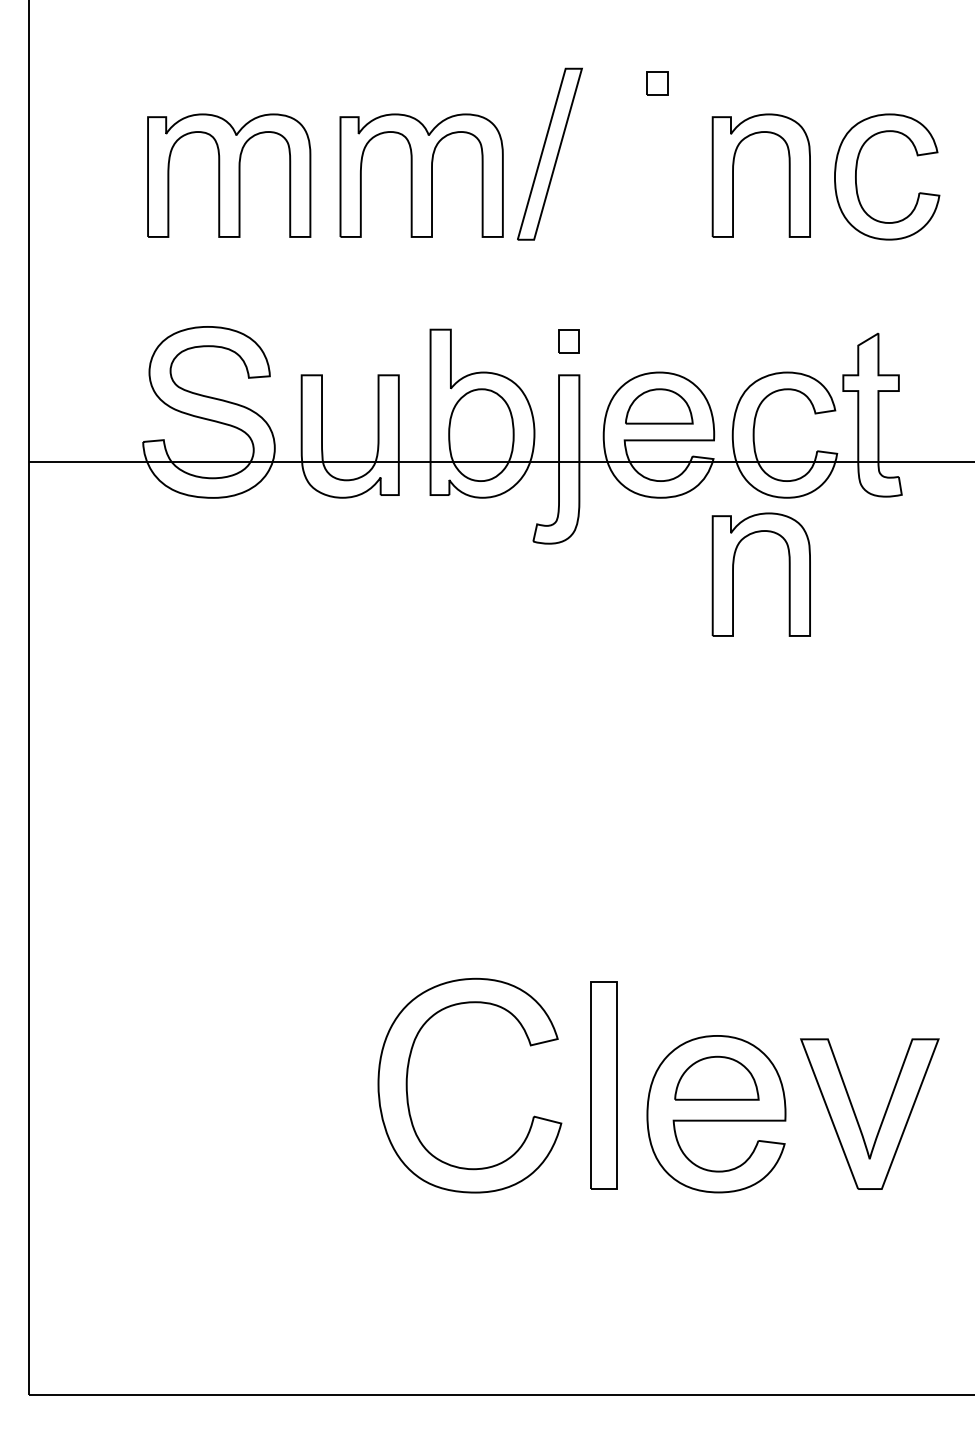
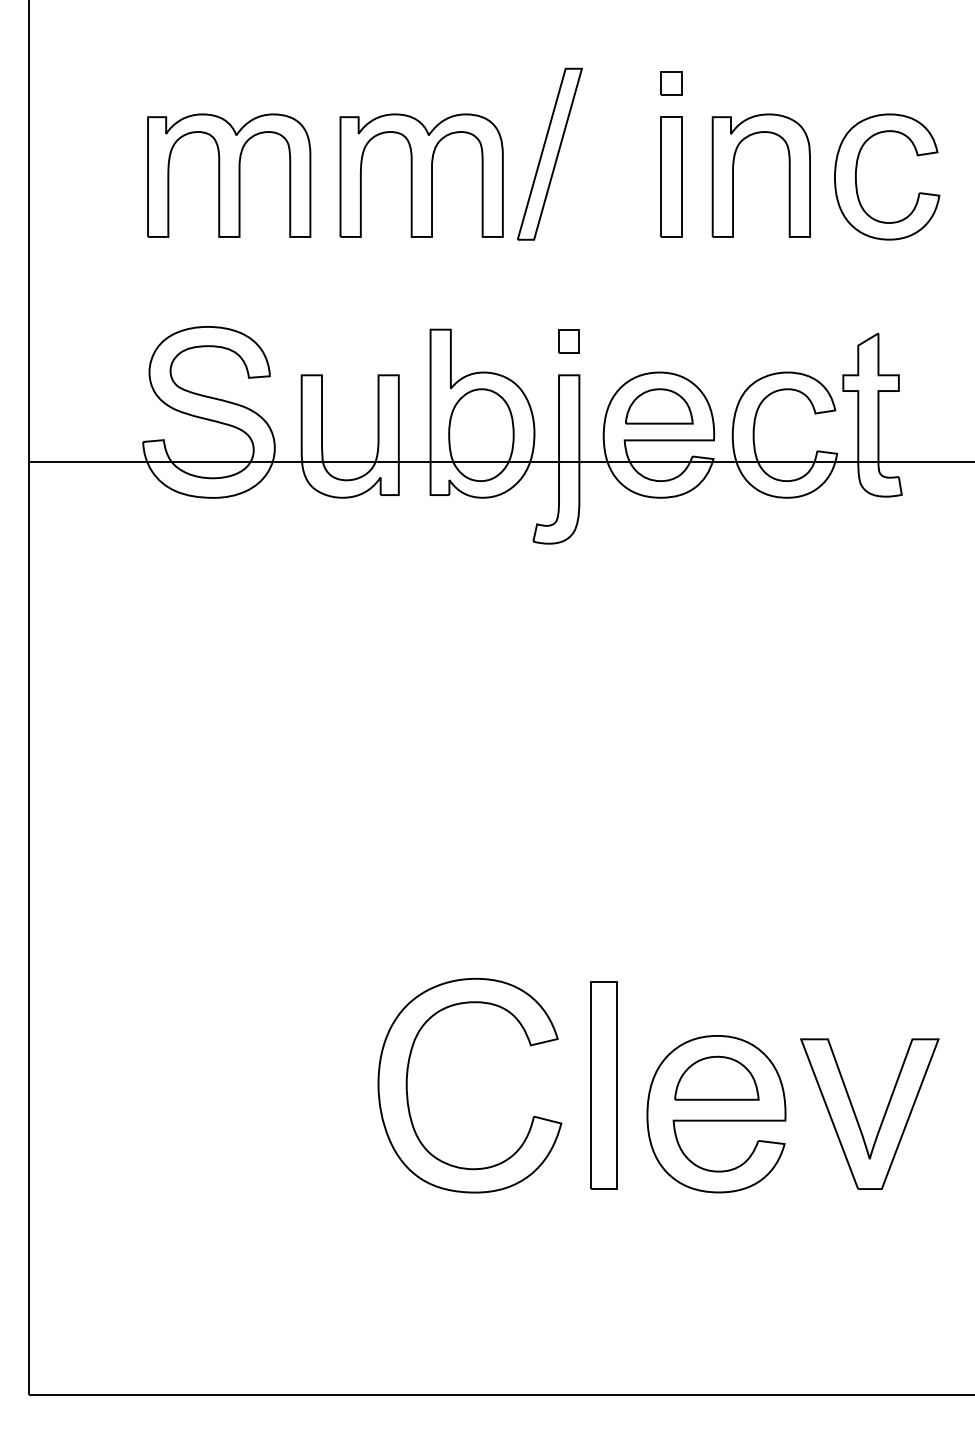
part at (657, 83) position: (657, 83) -> (671, 83)
part at (671, 176): none -> present
part at (733, 574): present -> none
